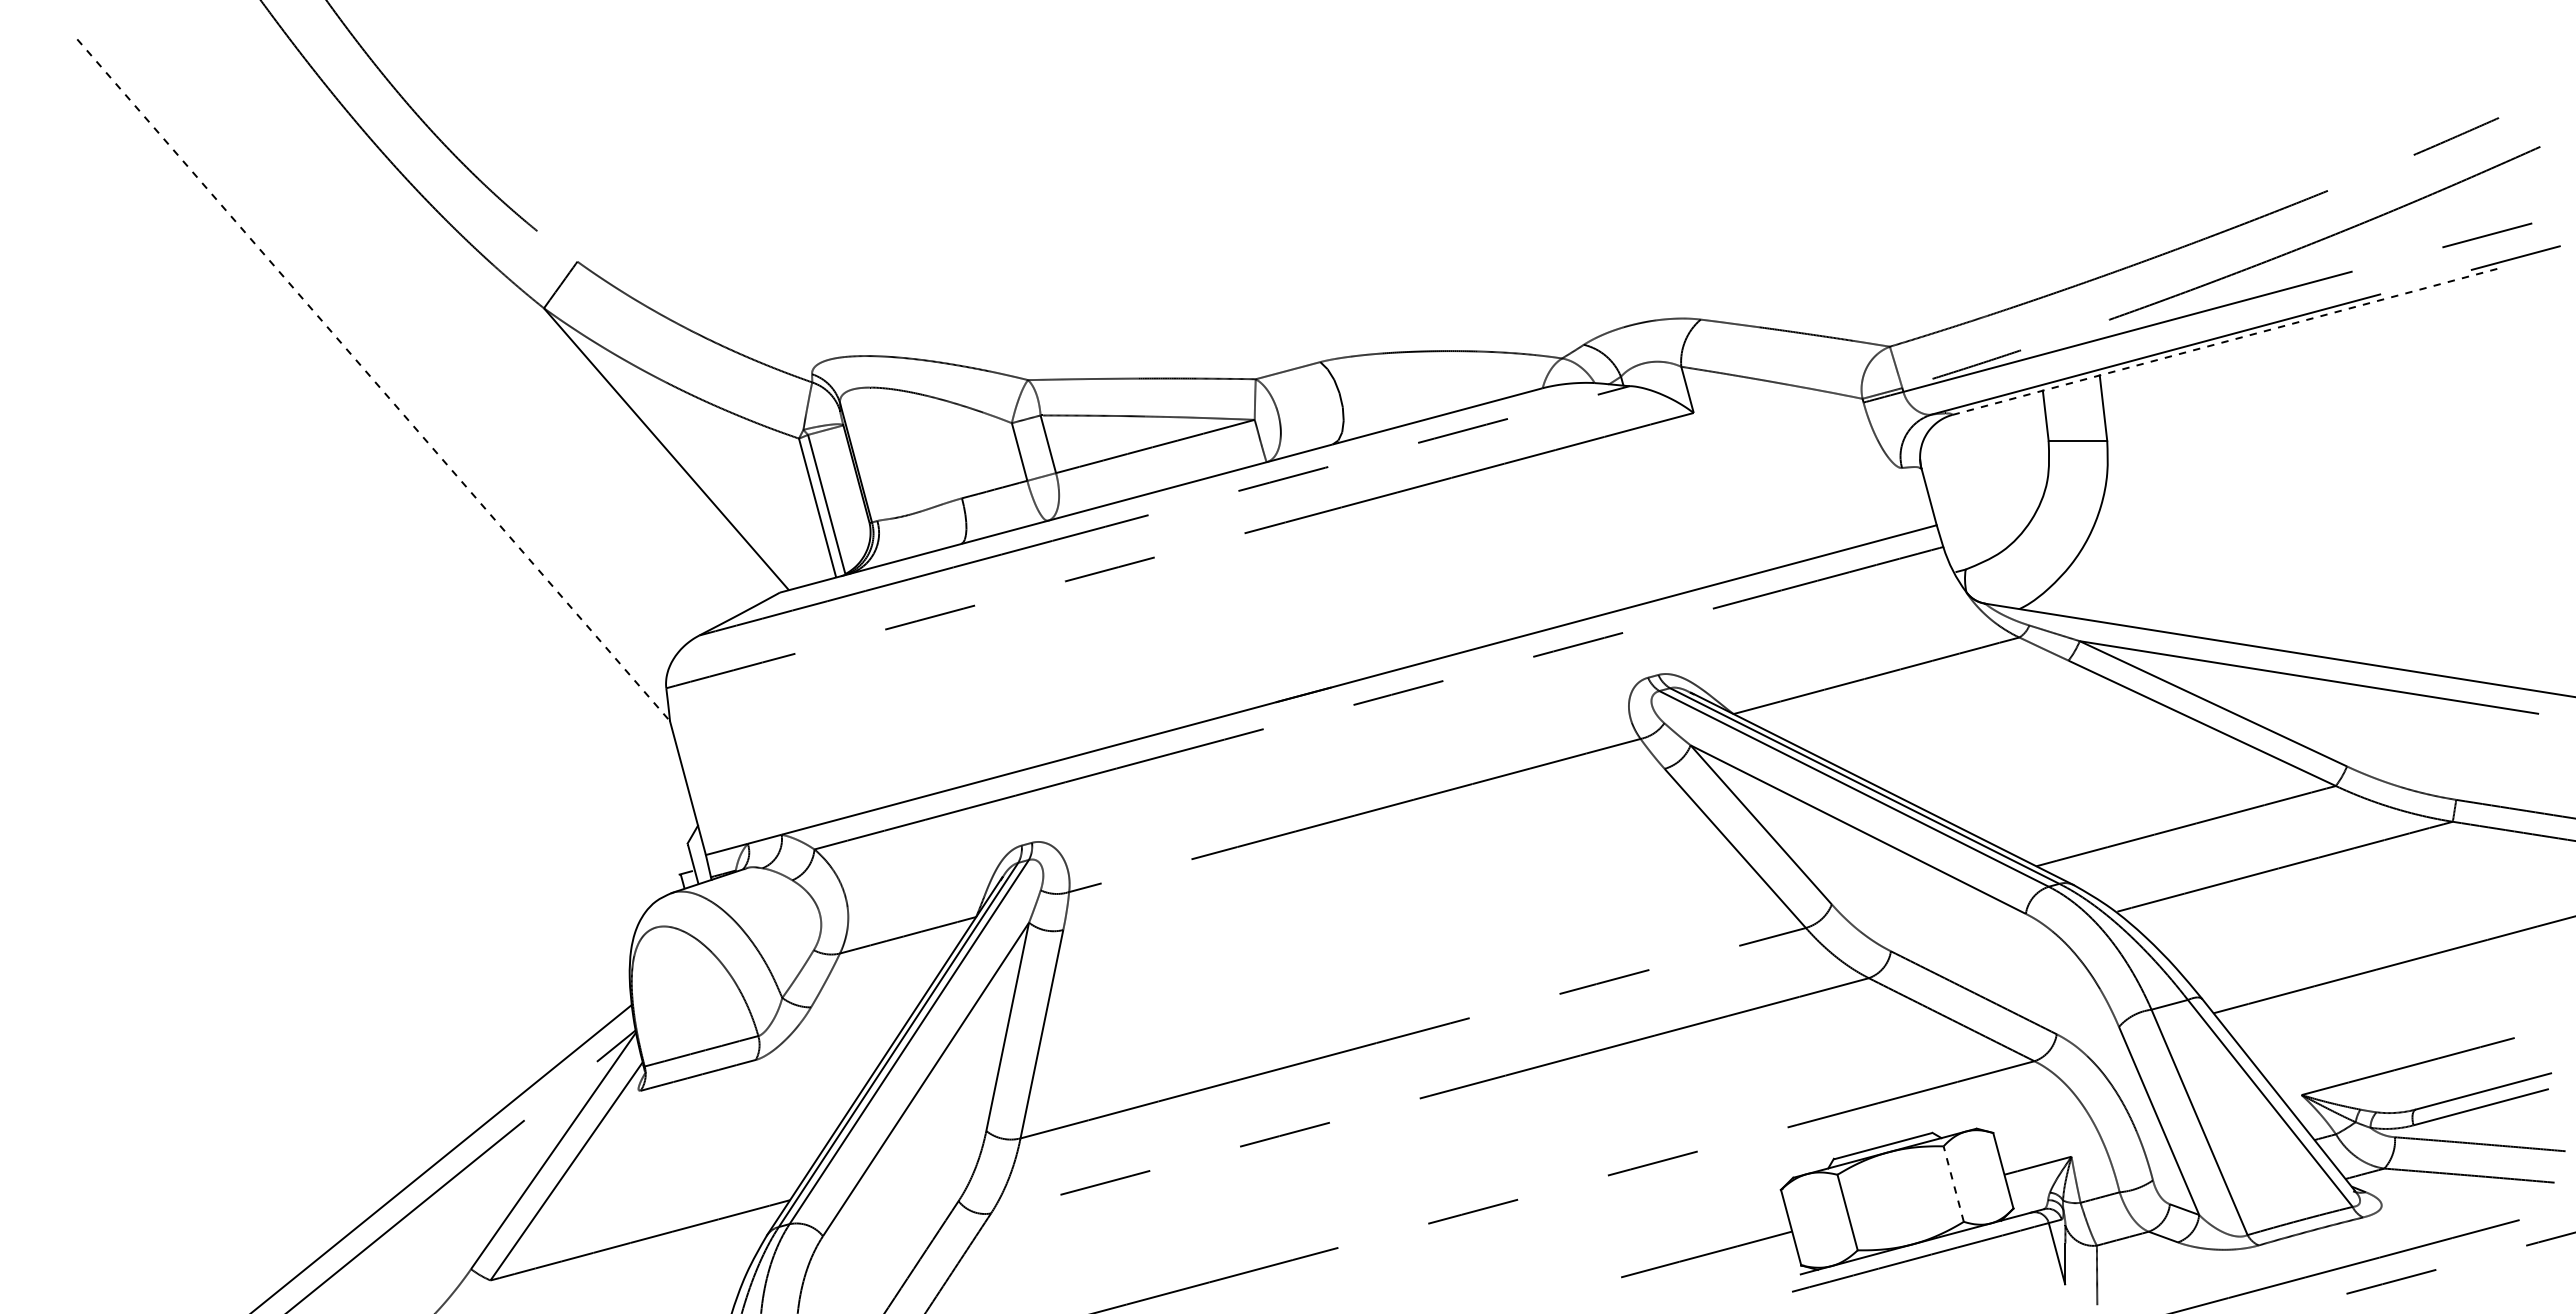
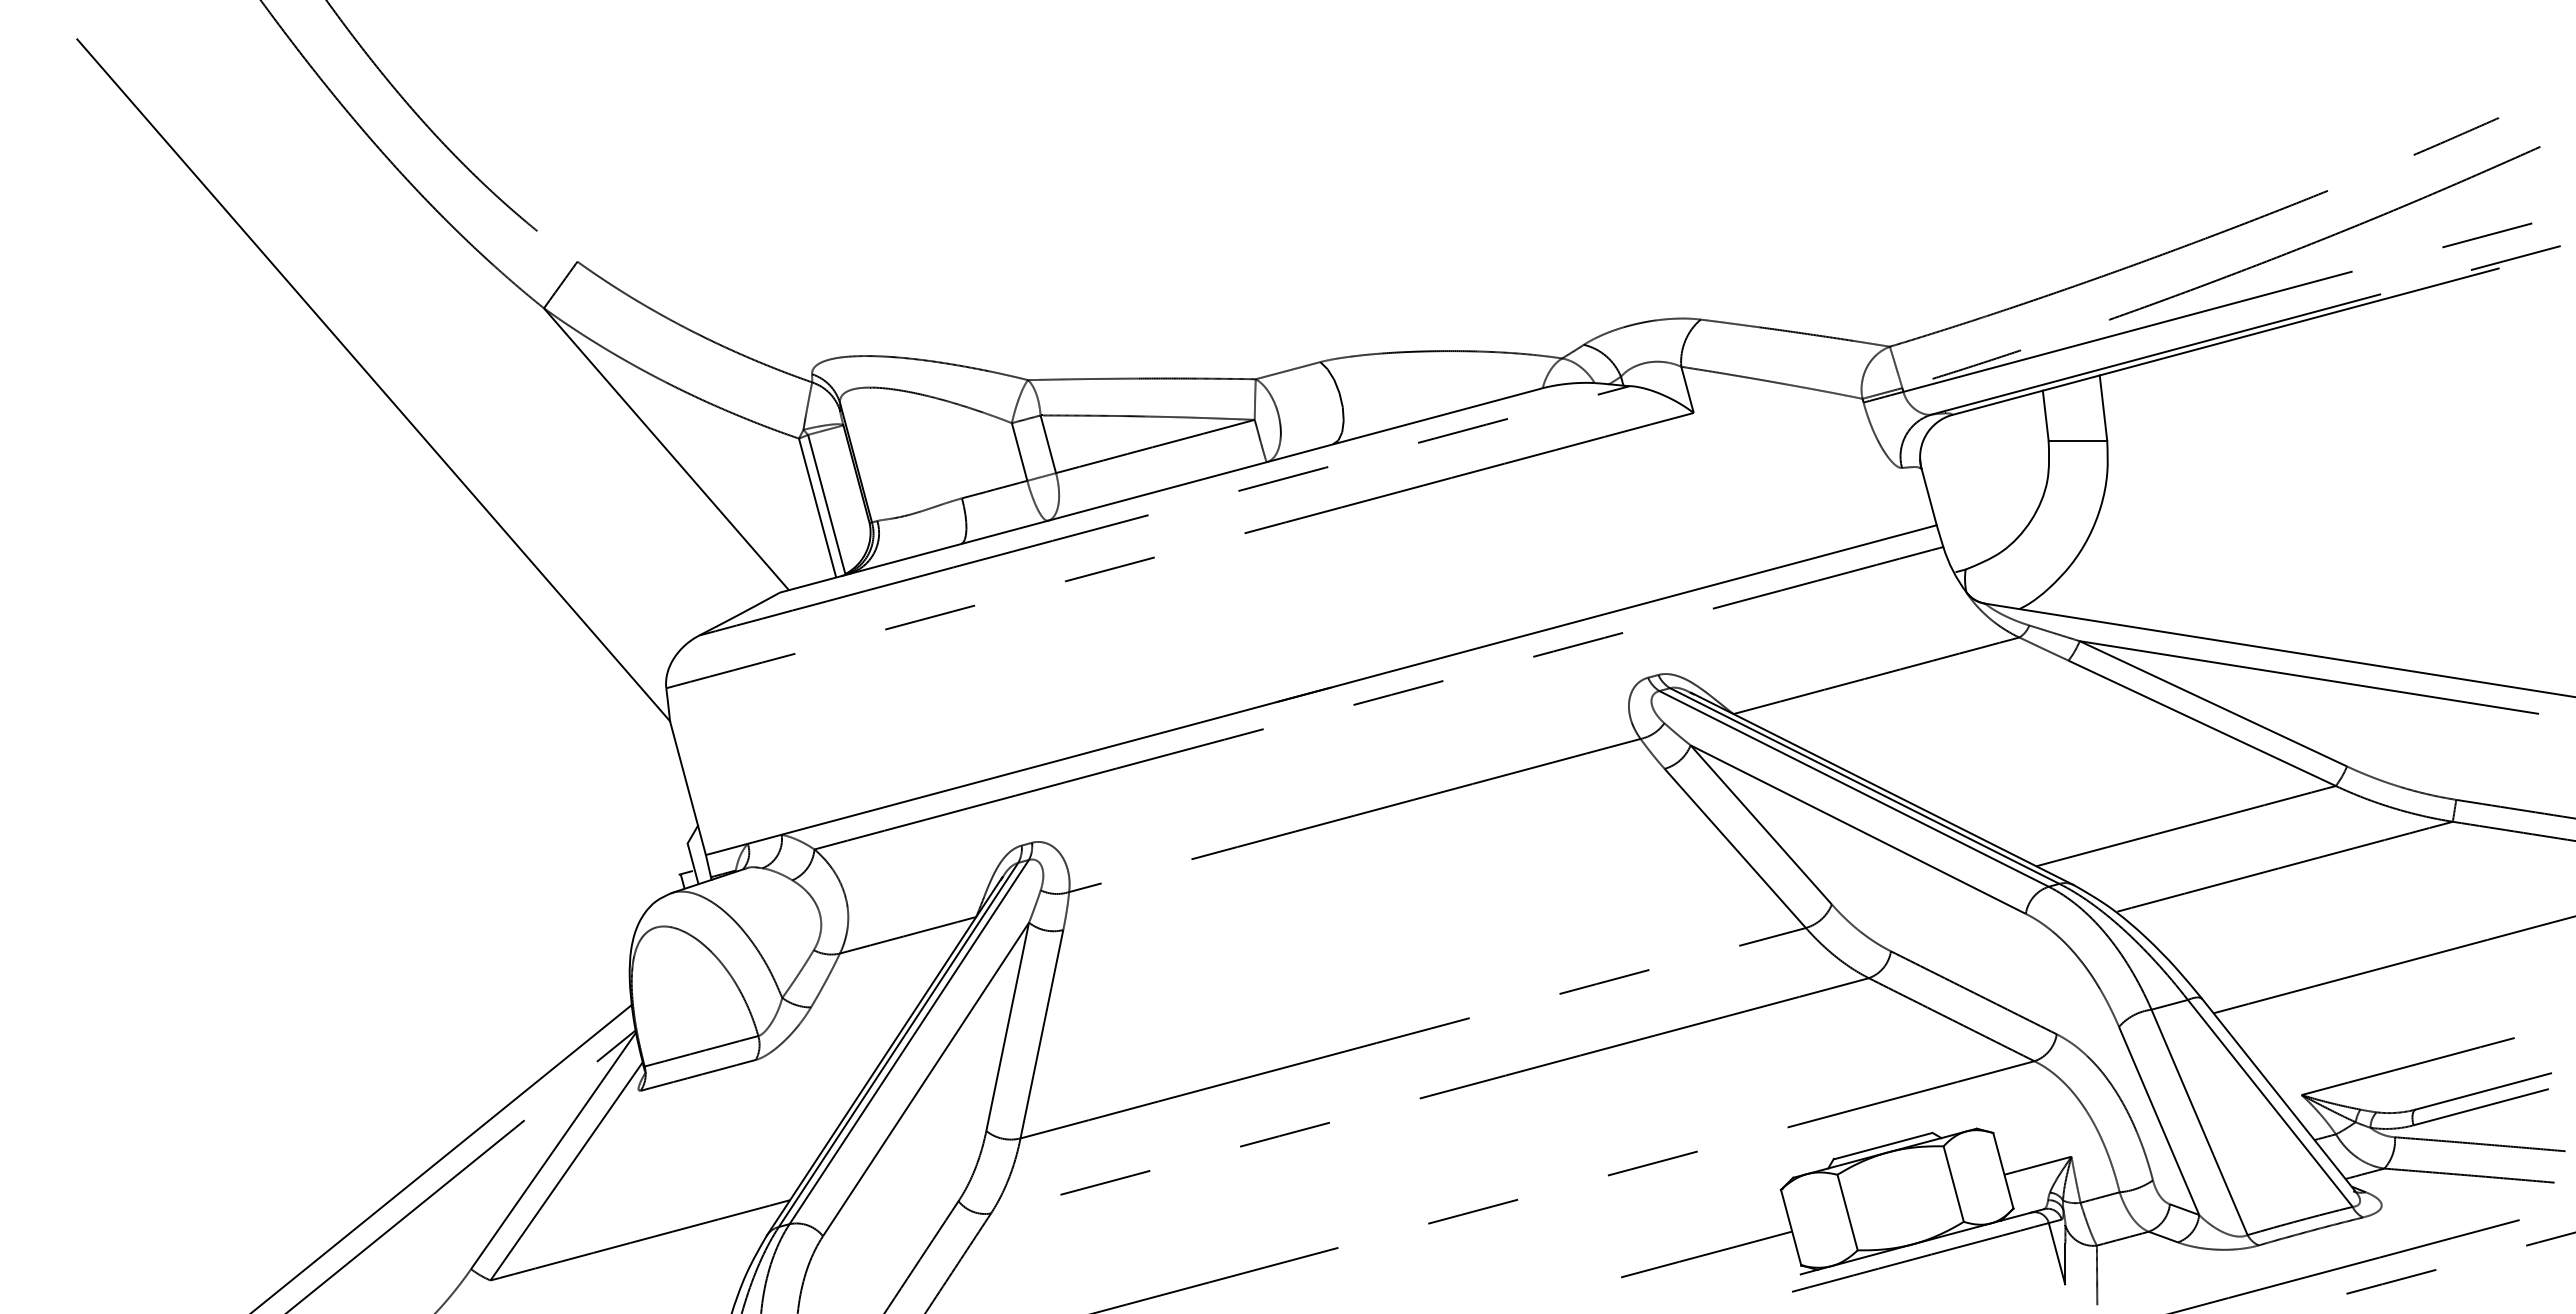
line at (2225, 341): dashed -> solid
line at (373, 380): dashed -> solid
line at (1953, 1183): dashed -> solid
